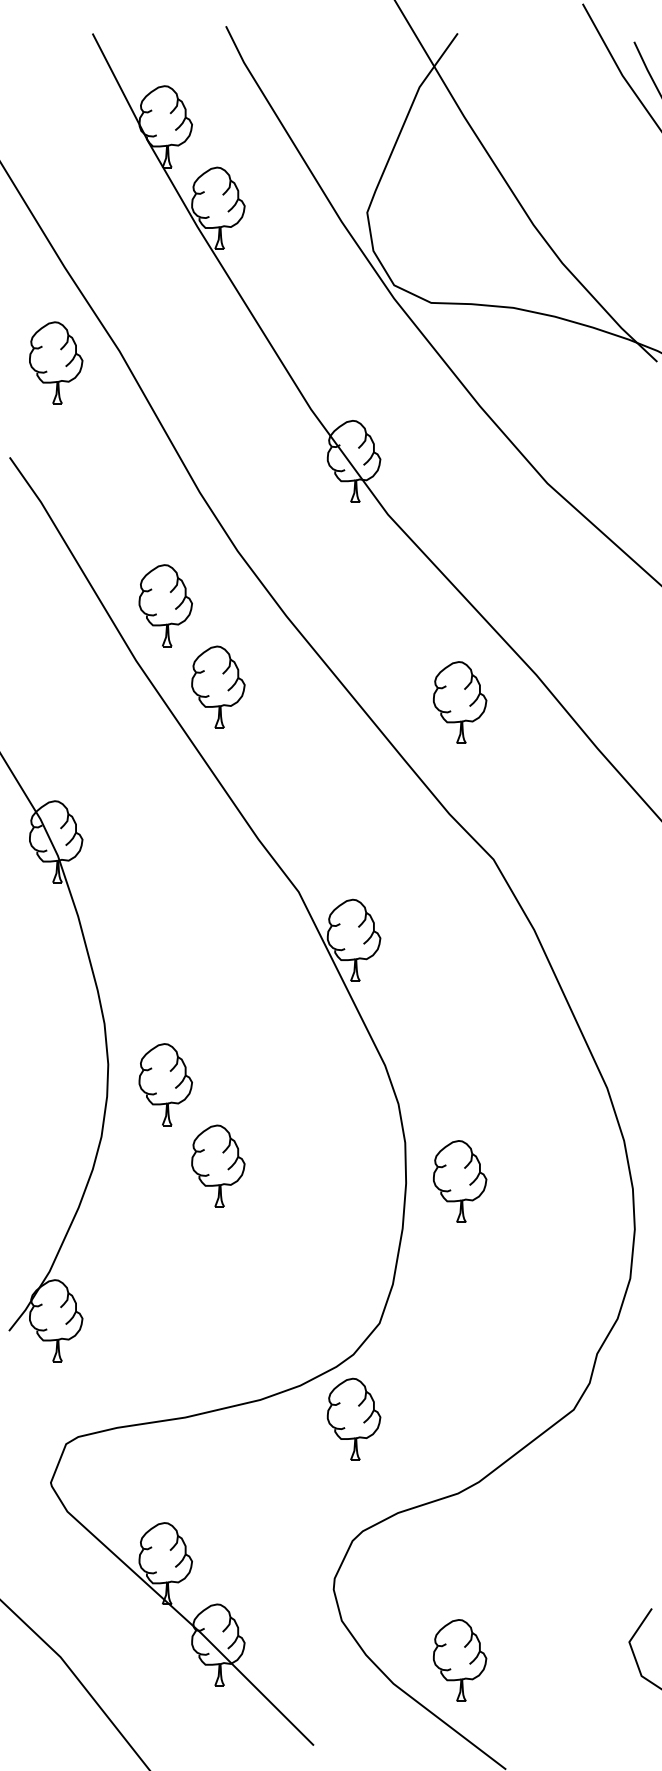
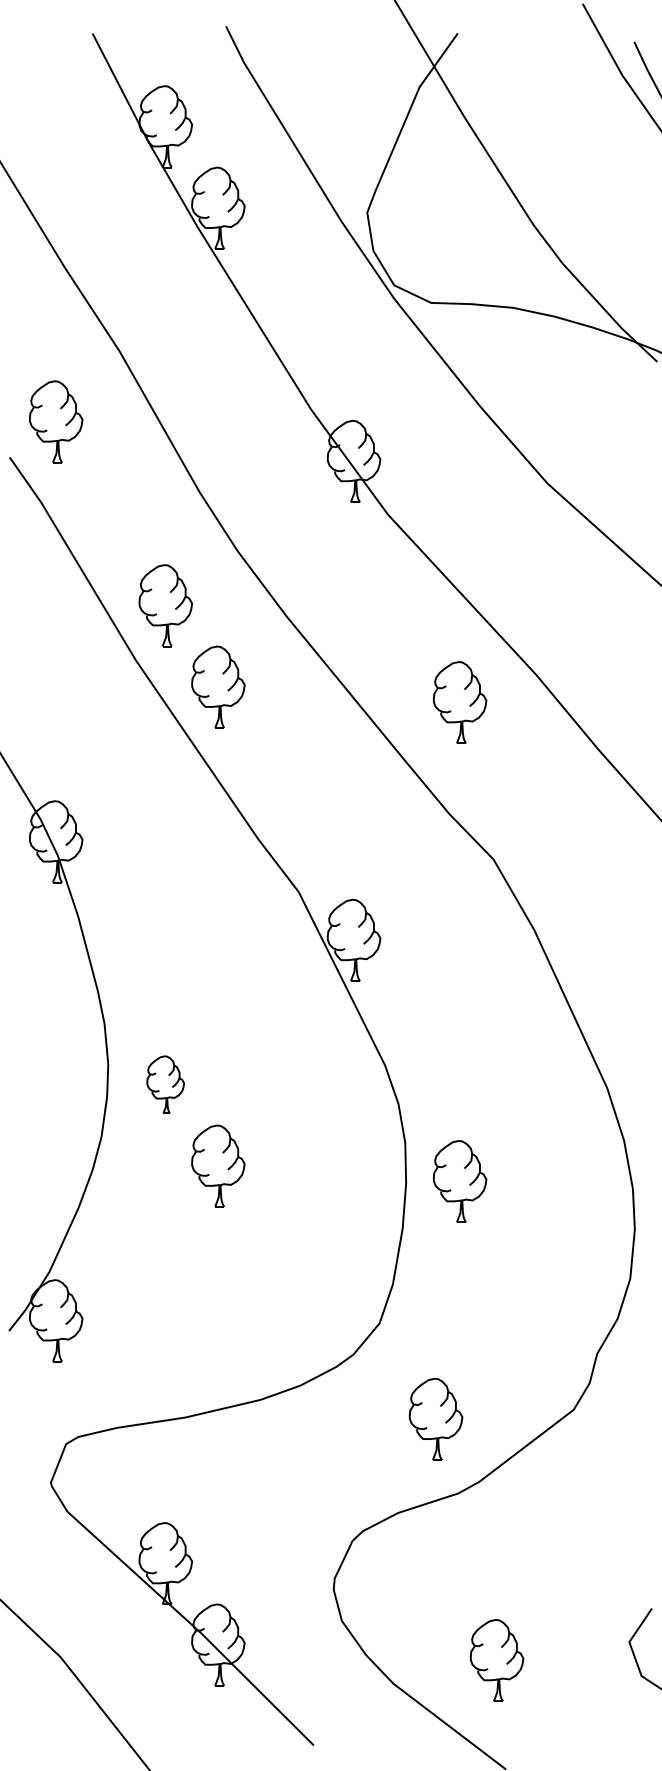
part at (56, 362) position: (56, 362) -> (56, 421)
part at (165, 1084) size: 55x84 px -> 39x59 px
part at (353, 1418) position: (353, 1418) -> (435, 1418)
part at (460, 1660) position: (460, 1660) -> (497, 1660)
